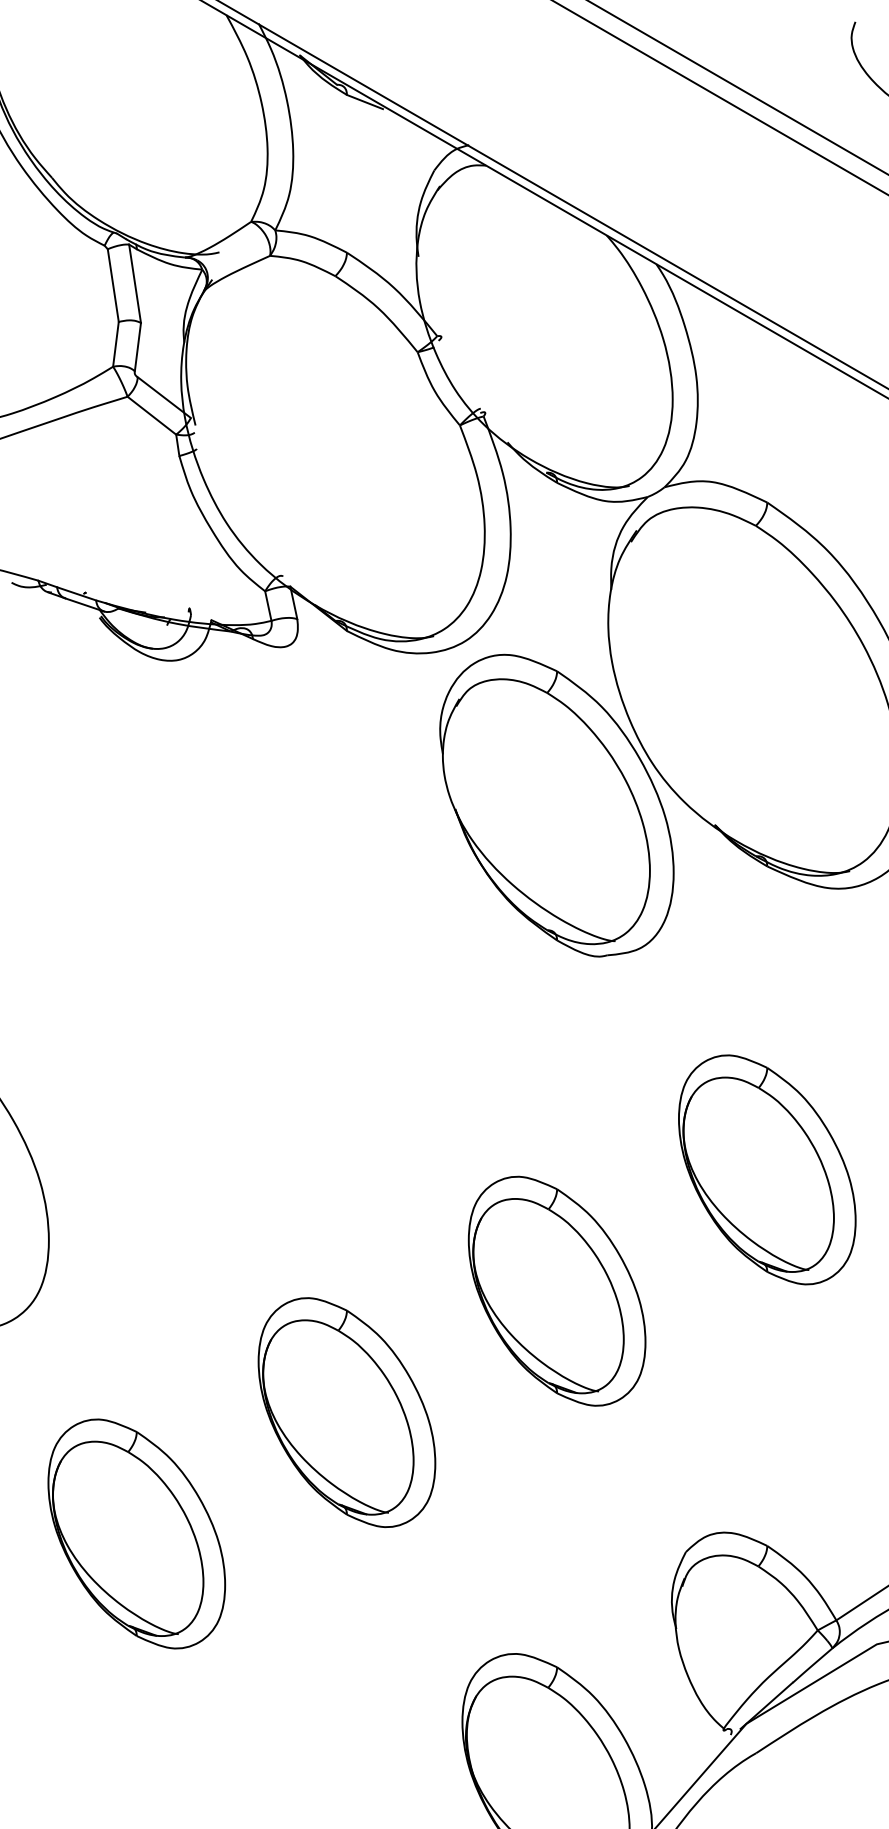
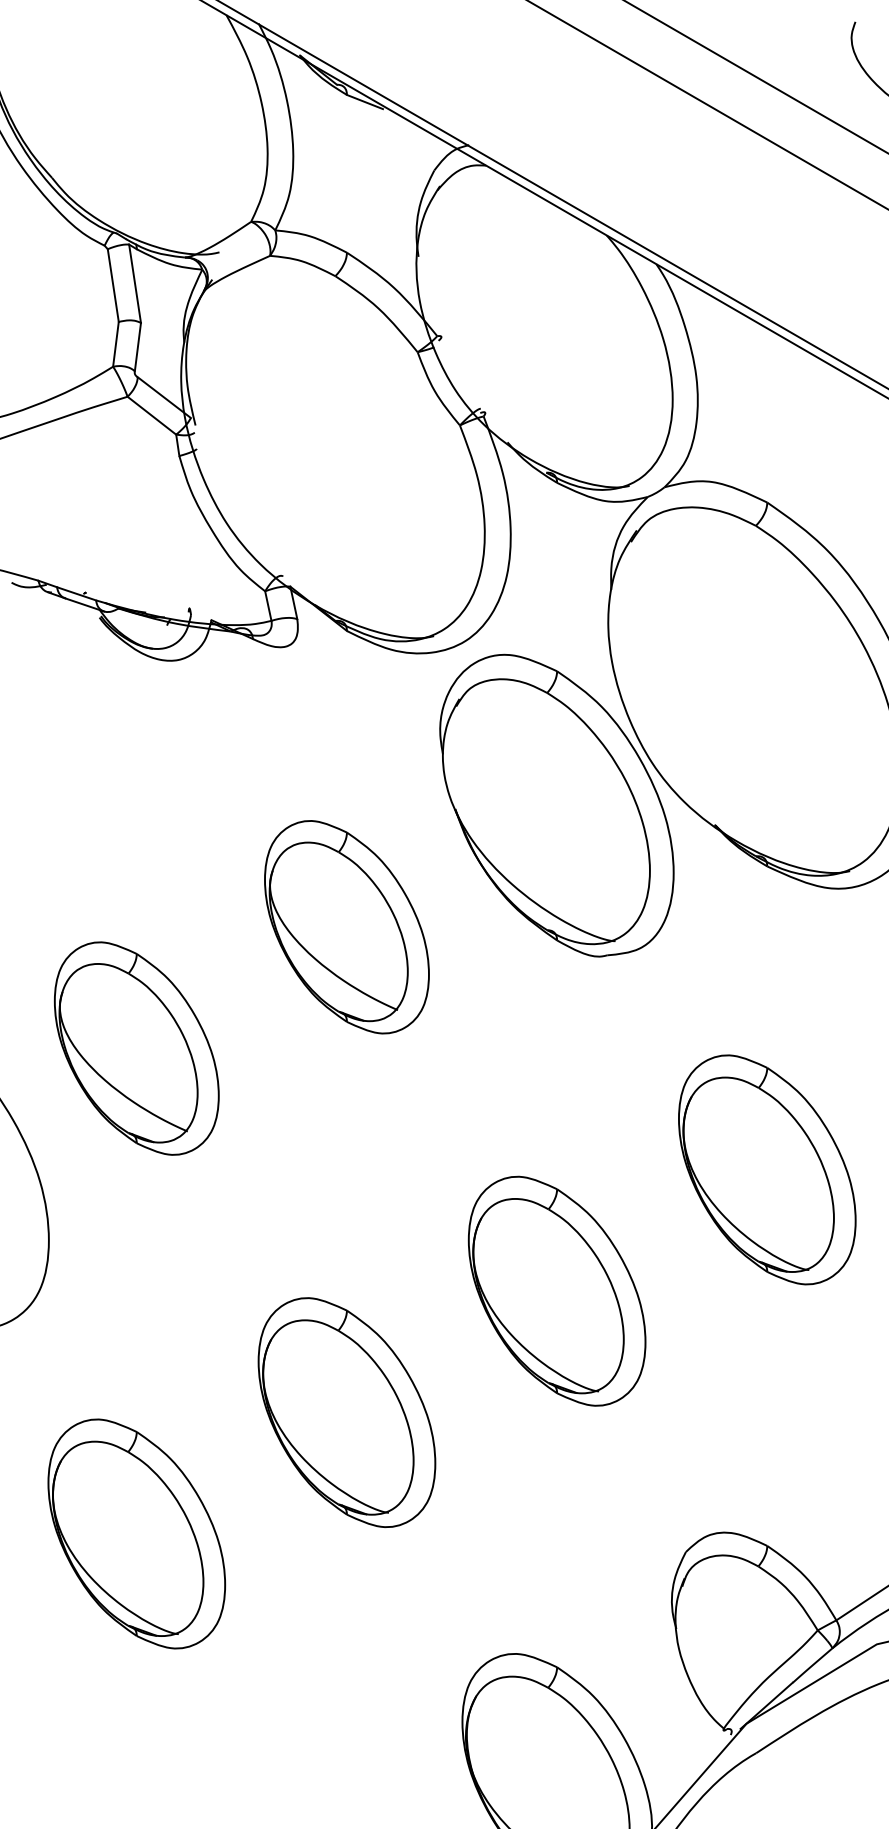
line at (737, 87) position: (737, 87) -> (755, 77)
line at (720, 97) position: (720, 97) -> (707, 104)
part at (346, 927): none -> present
part at (136, 1048): none -> present
